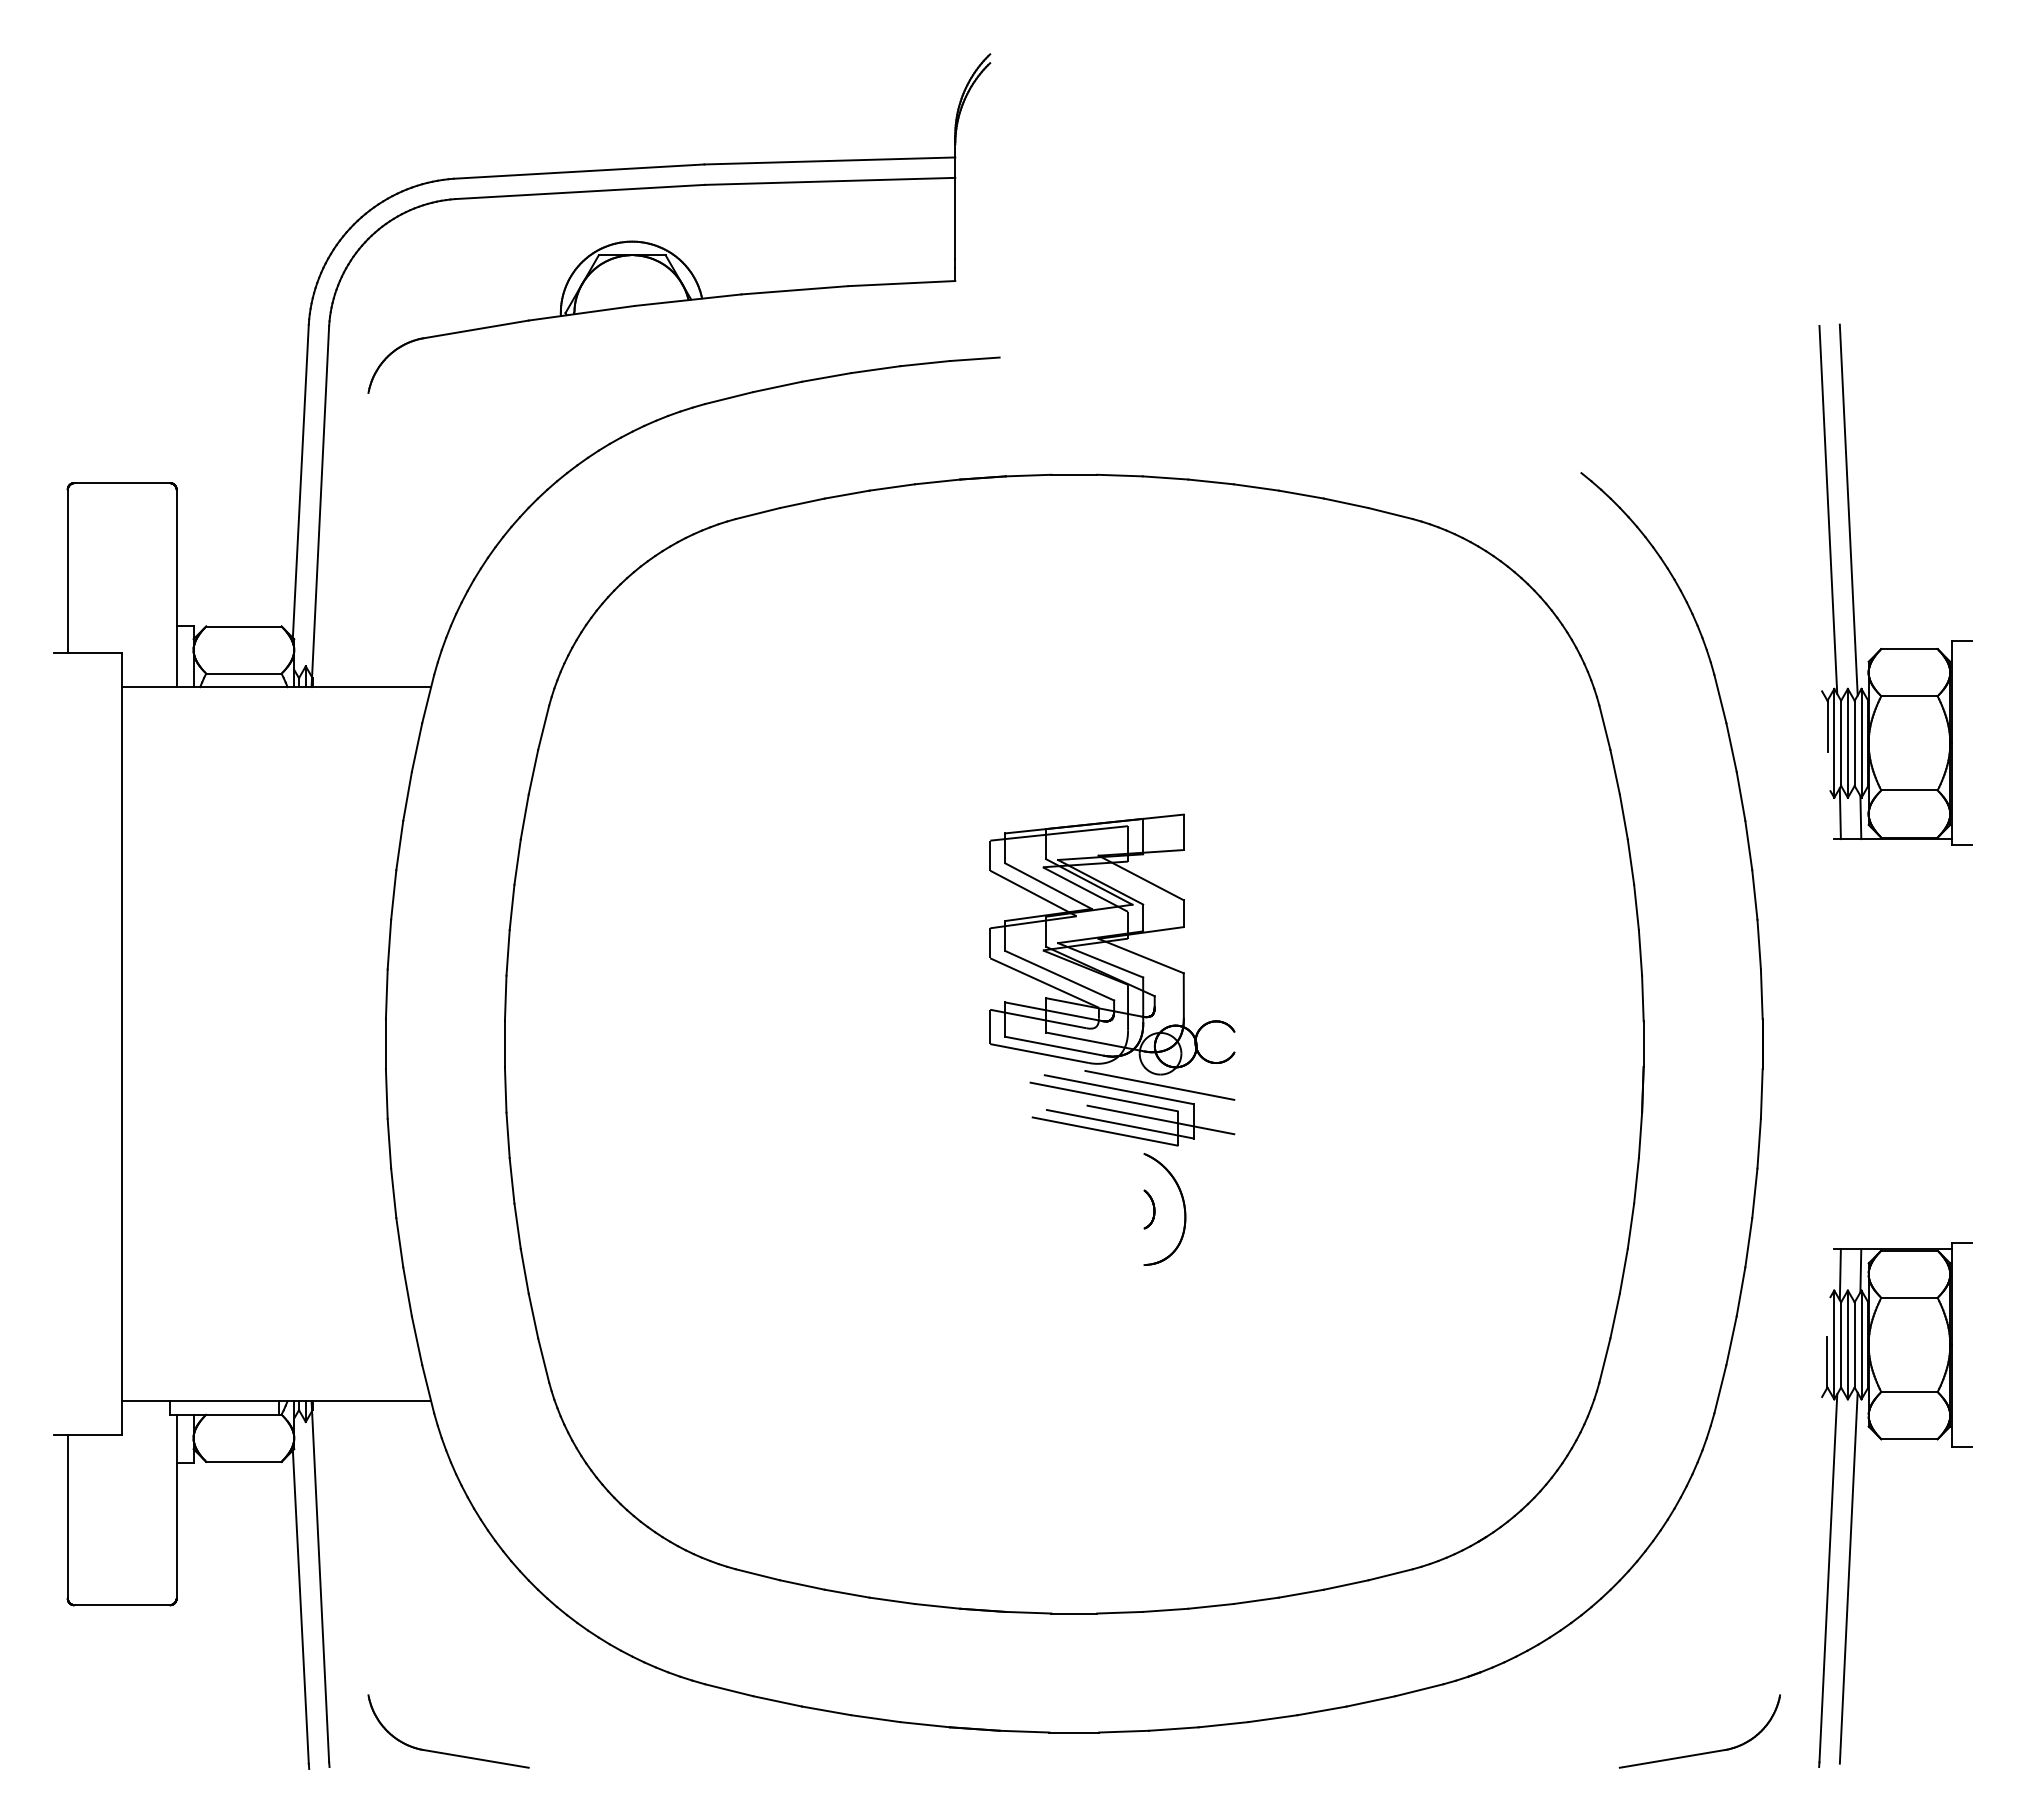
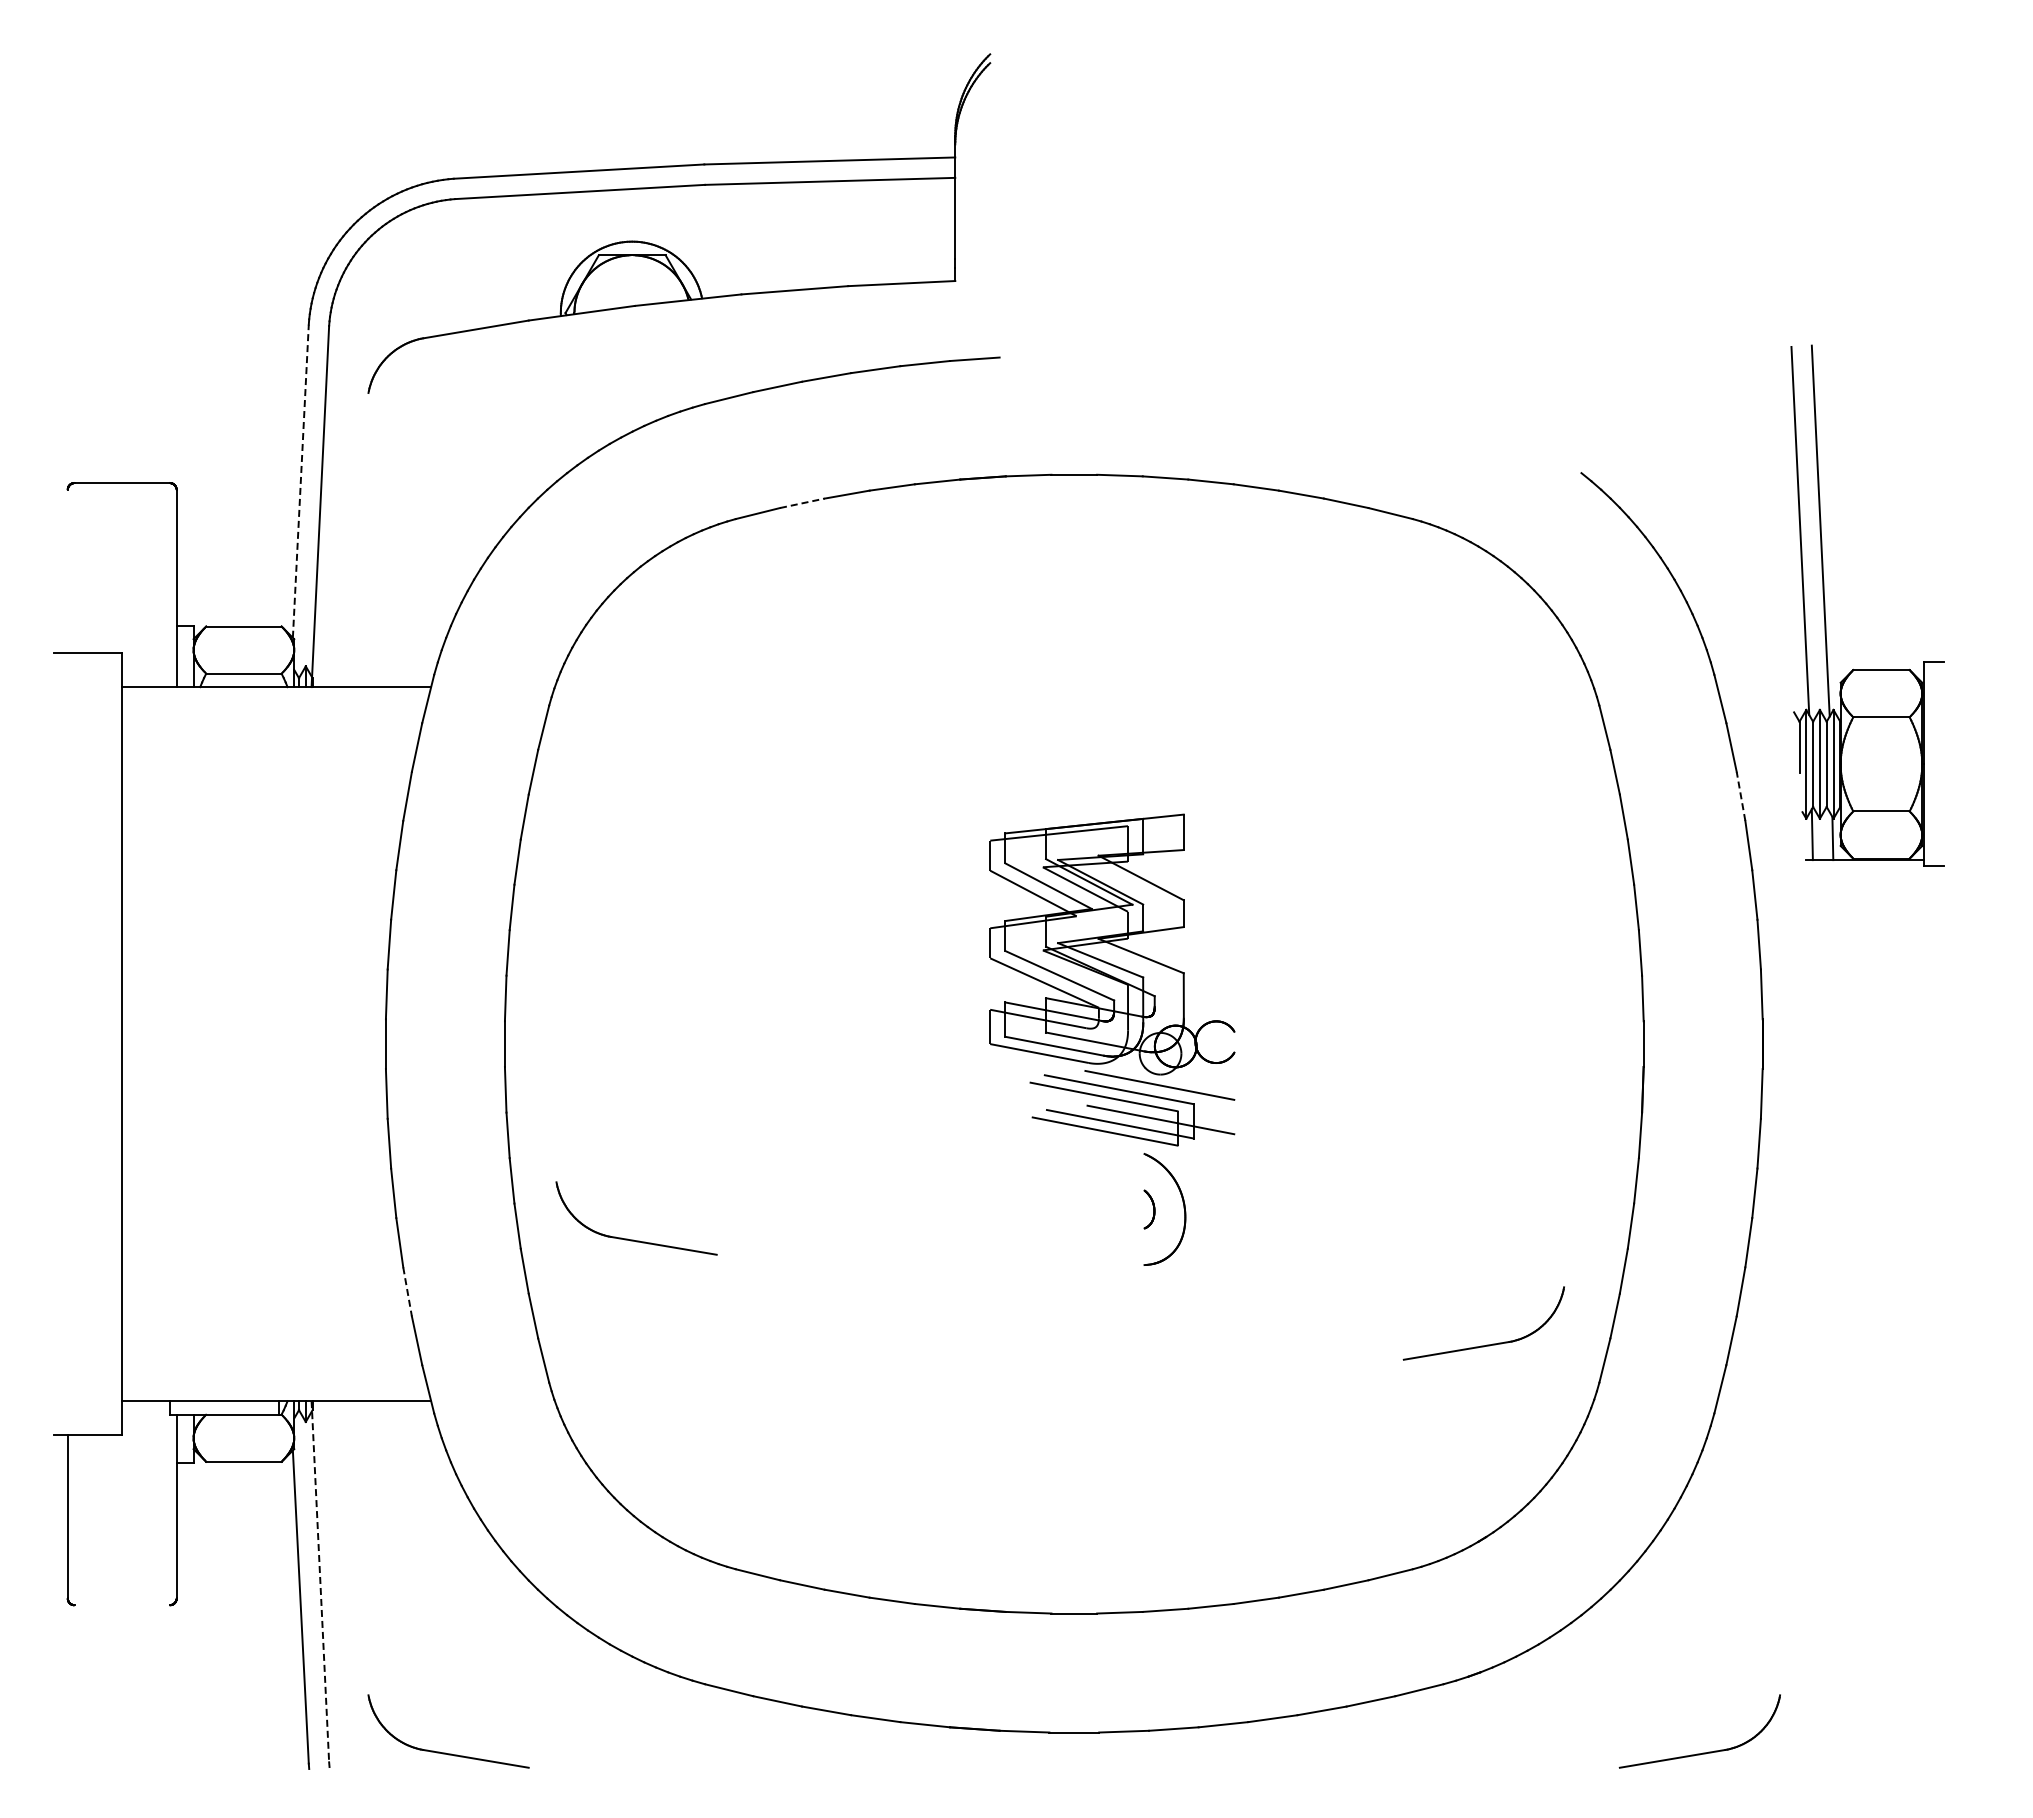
line at (300, 481): solid -> dashed
line at (802, 503): solid -> dashed
line at (67, 571): present -> none
part at (1853, 584) position: (1853, 584) -> (1825, 605)
line at (1741, 796): solid -> dashed
part at (633, 1239): none -> present
line at (407, 1291): solid -> dashed
part at (1486, 1344): none -> present
part at (1853, 1504): present -> none
line at (320, 1581): solid -> dashed
line at (121, 1605): present -> none
